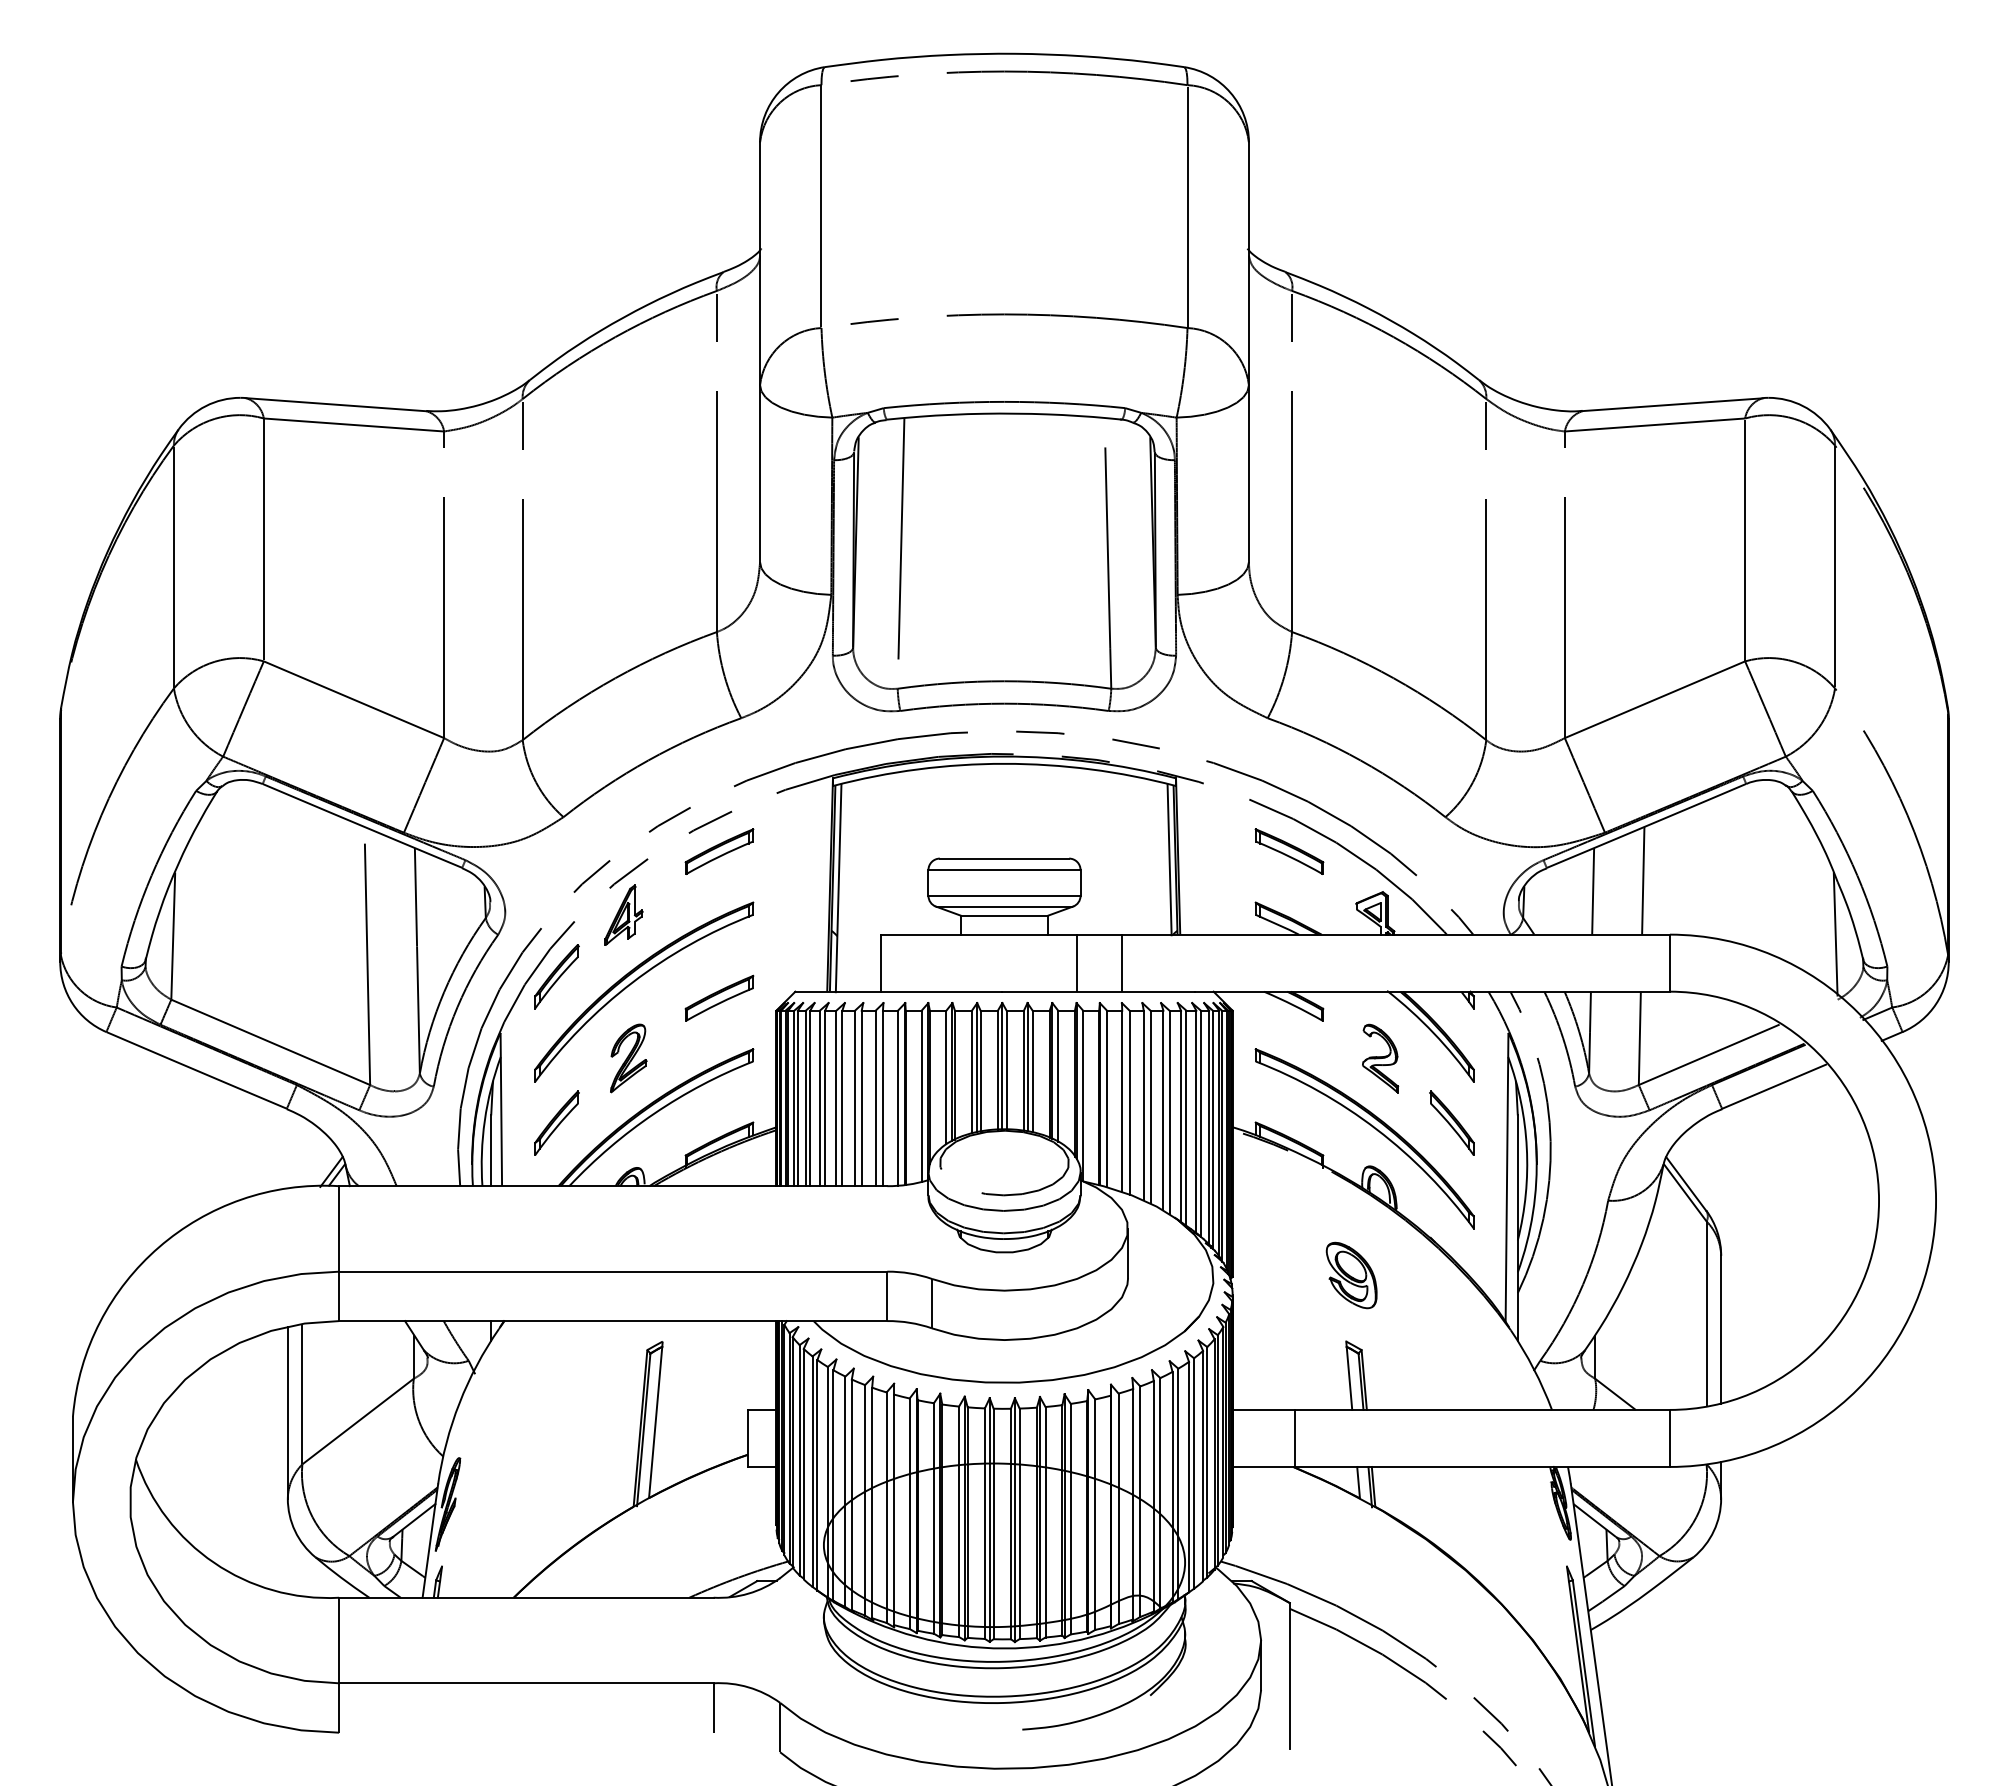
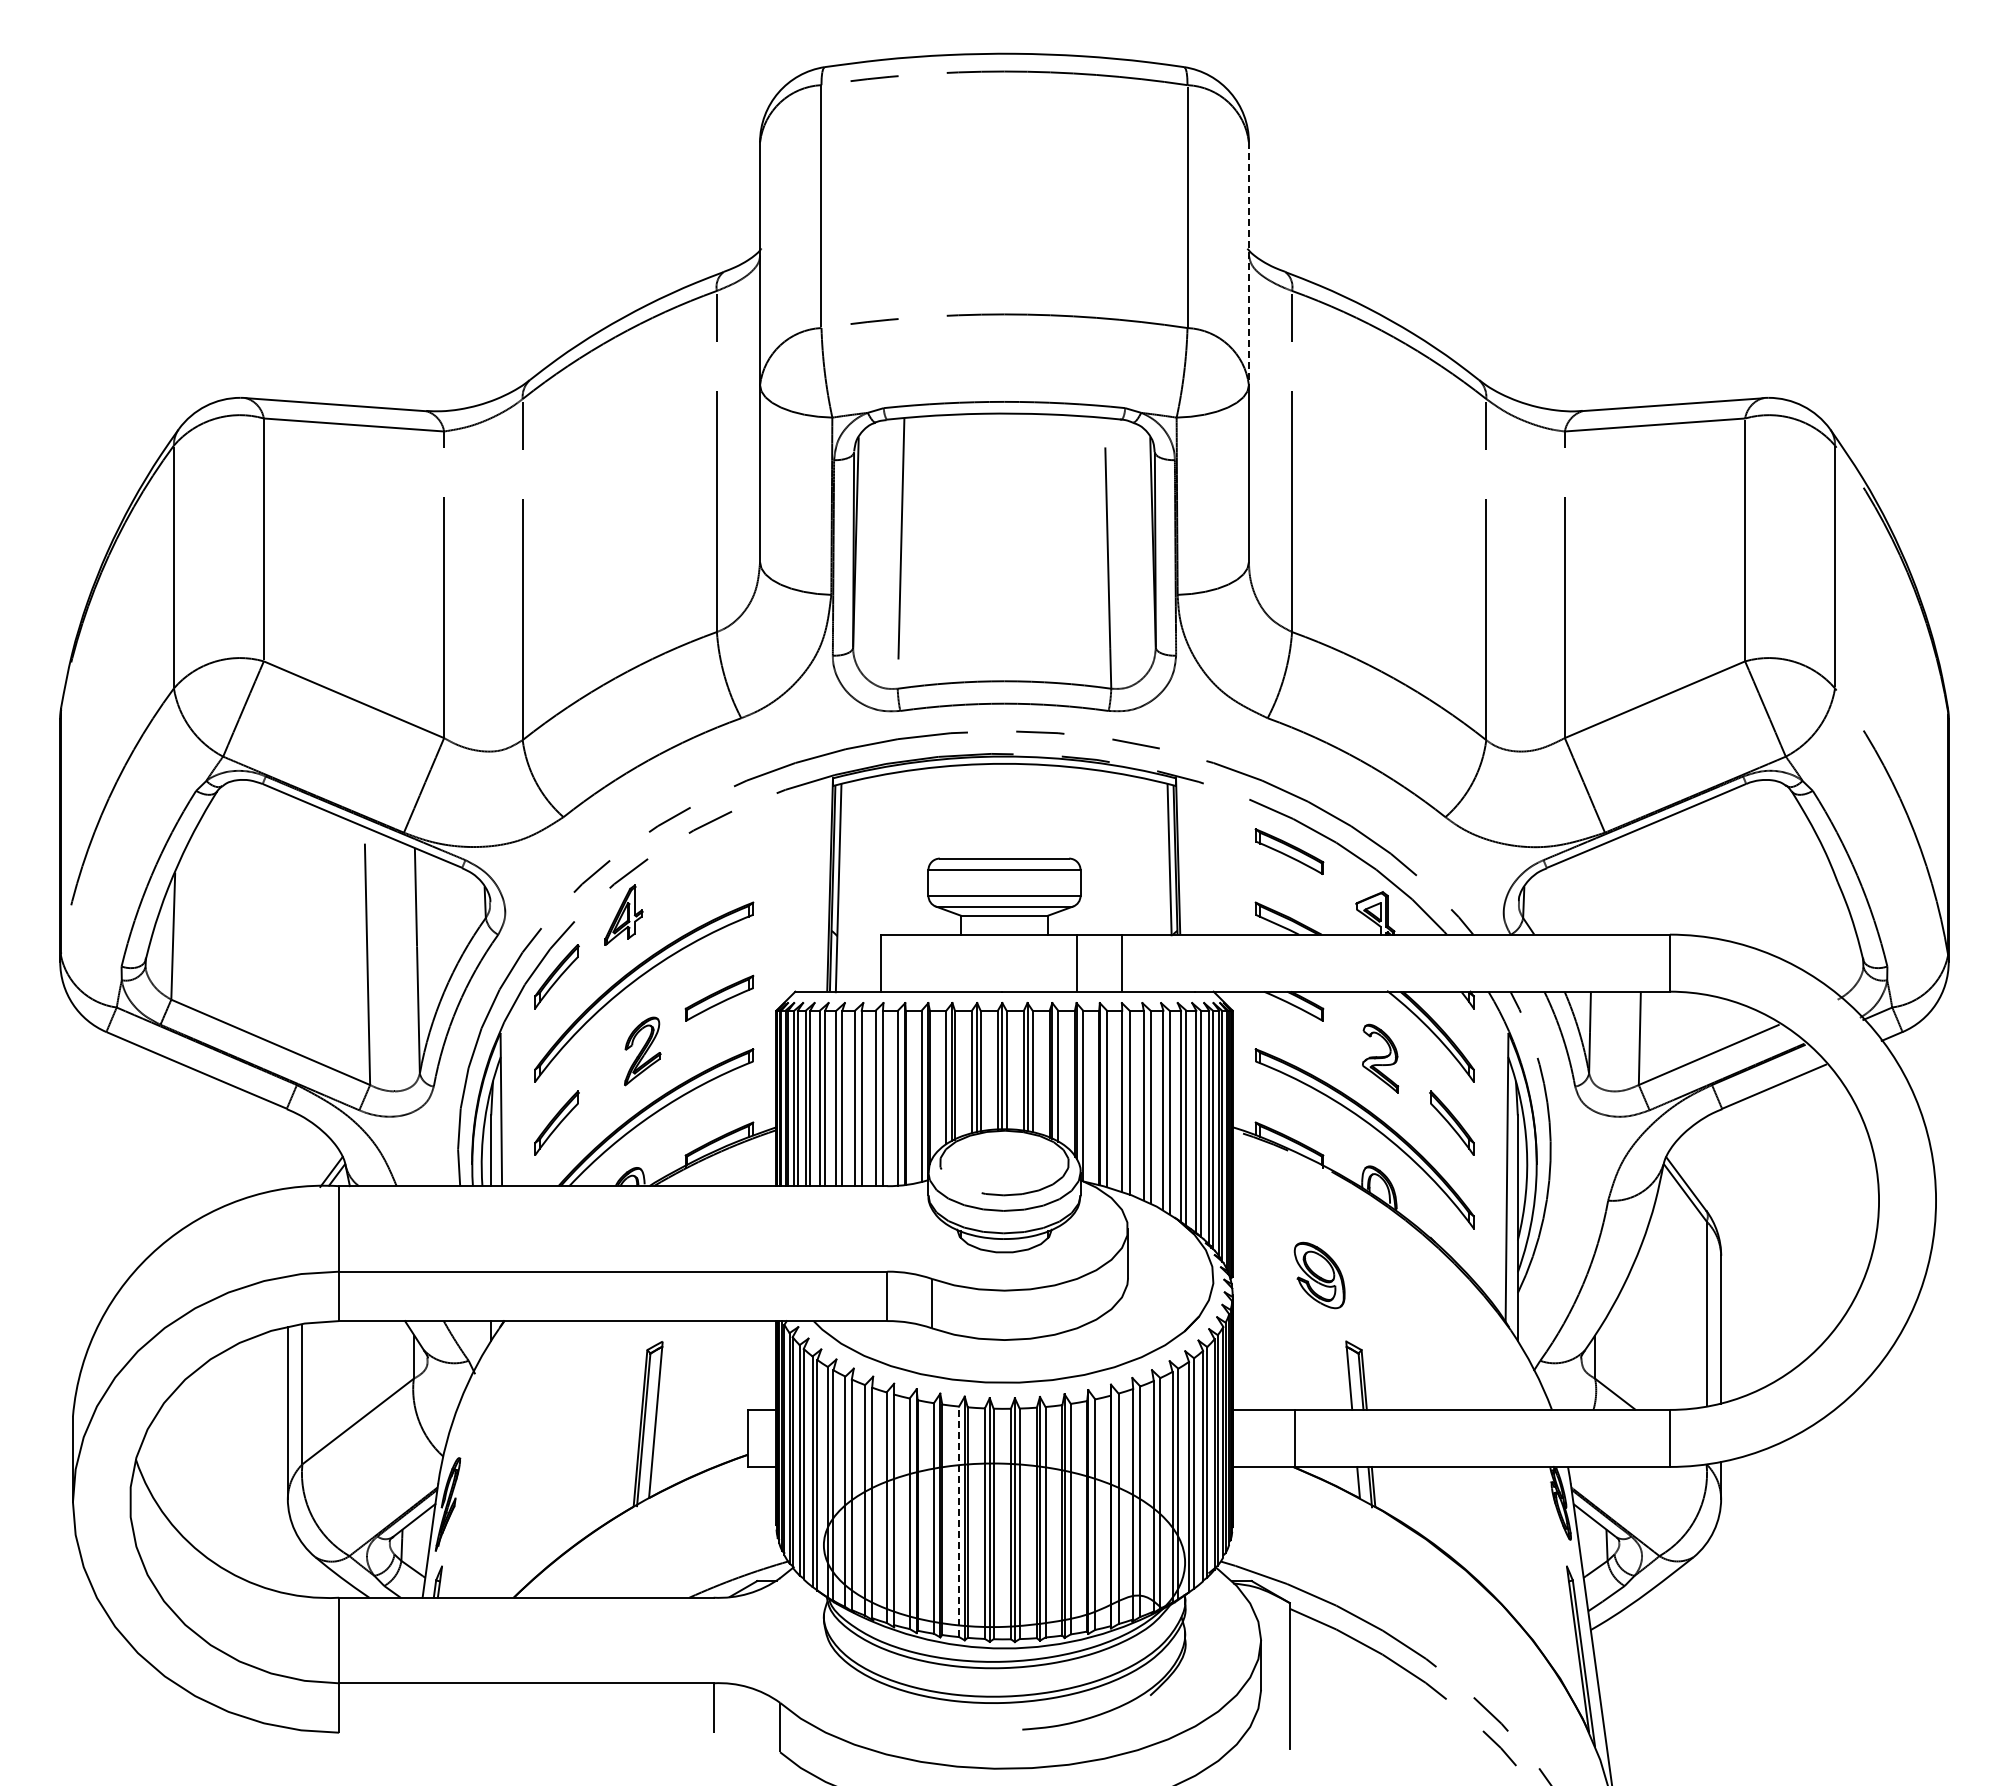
line at (1248, 264): solid -> dashed
part at (719, 851): present -> none
line at (1643, 880): present -> none
line at (1593, 891): present -> none
line at (1835, 934): present -> none
part at (628, 1058) position: (628, 1058) -> (642, 1051)
part at (1351, 1275) position: (1351, 1275) -> (1319, 1275)
line at (959, 1521): solid -> dashed
